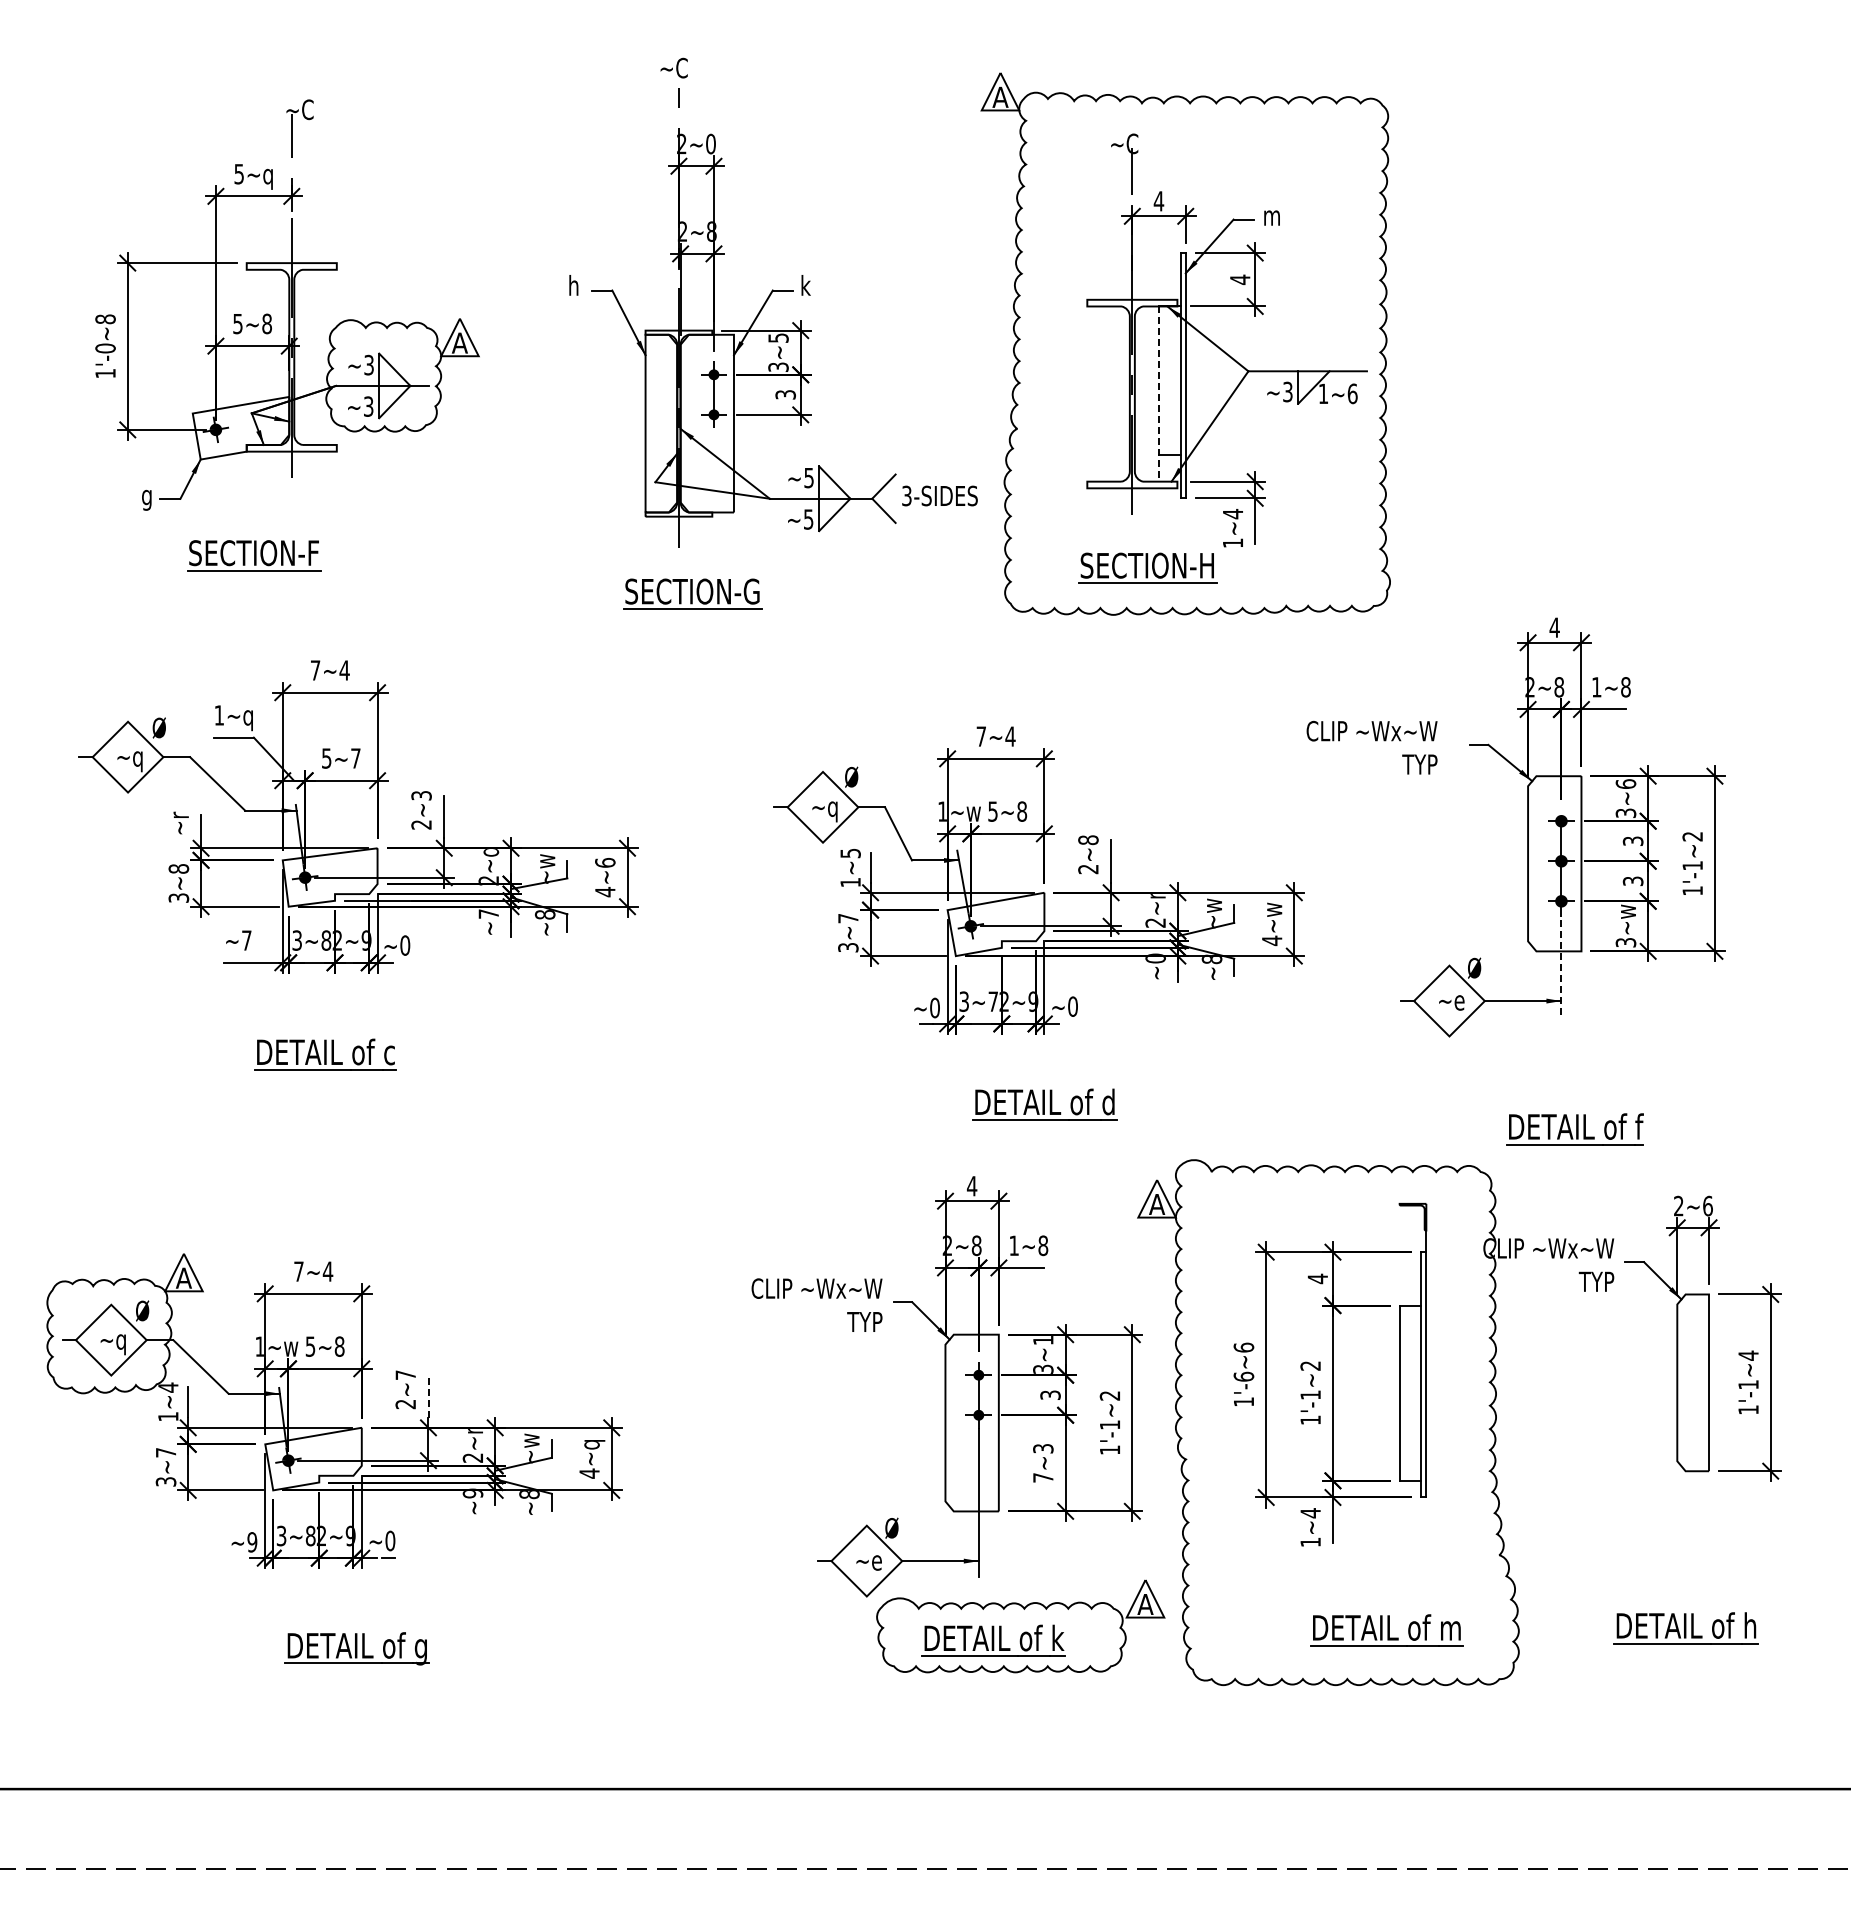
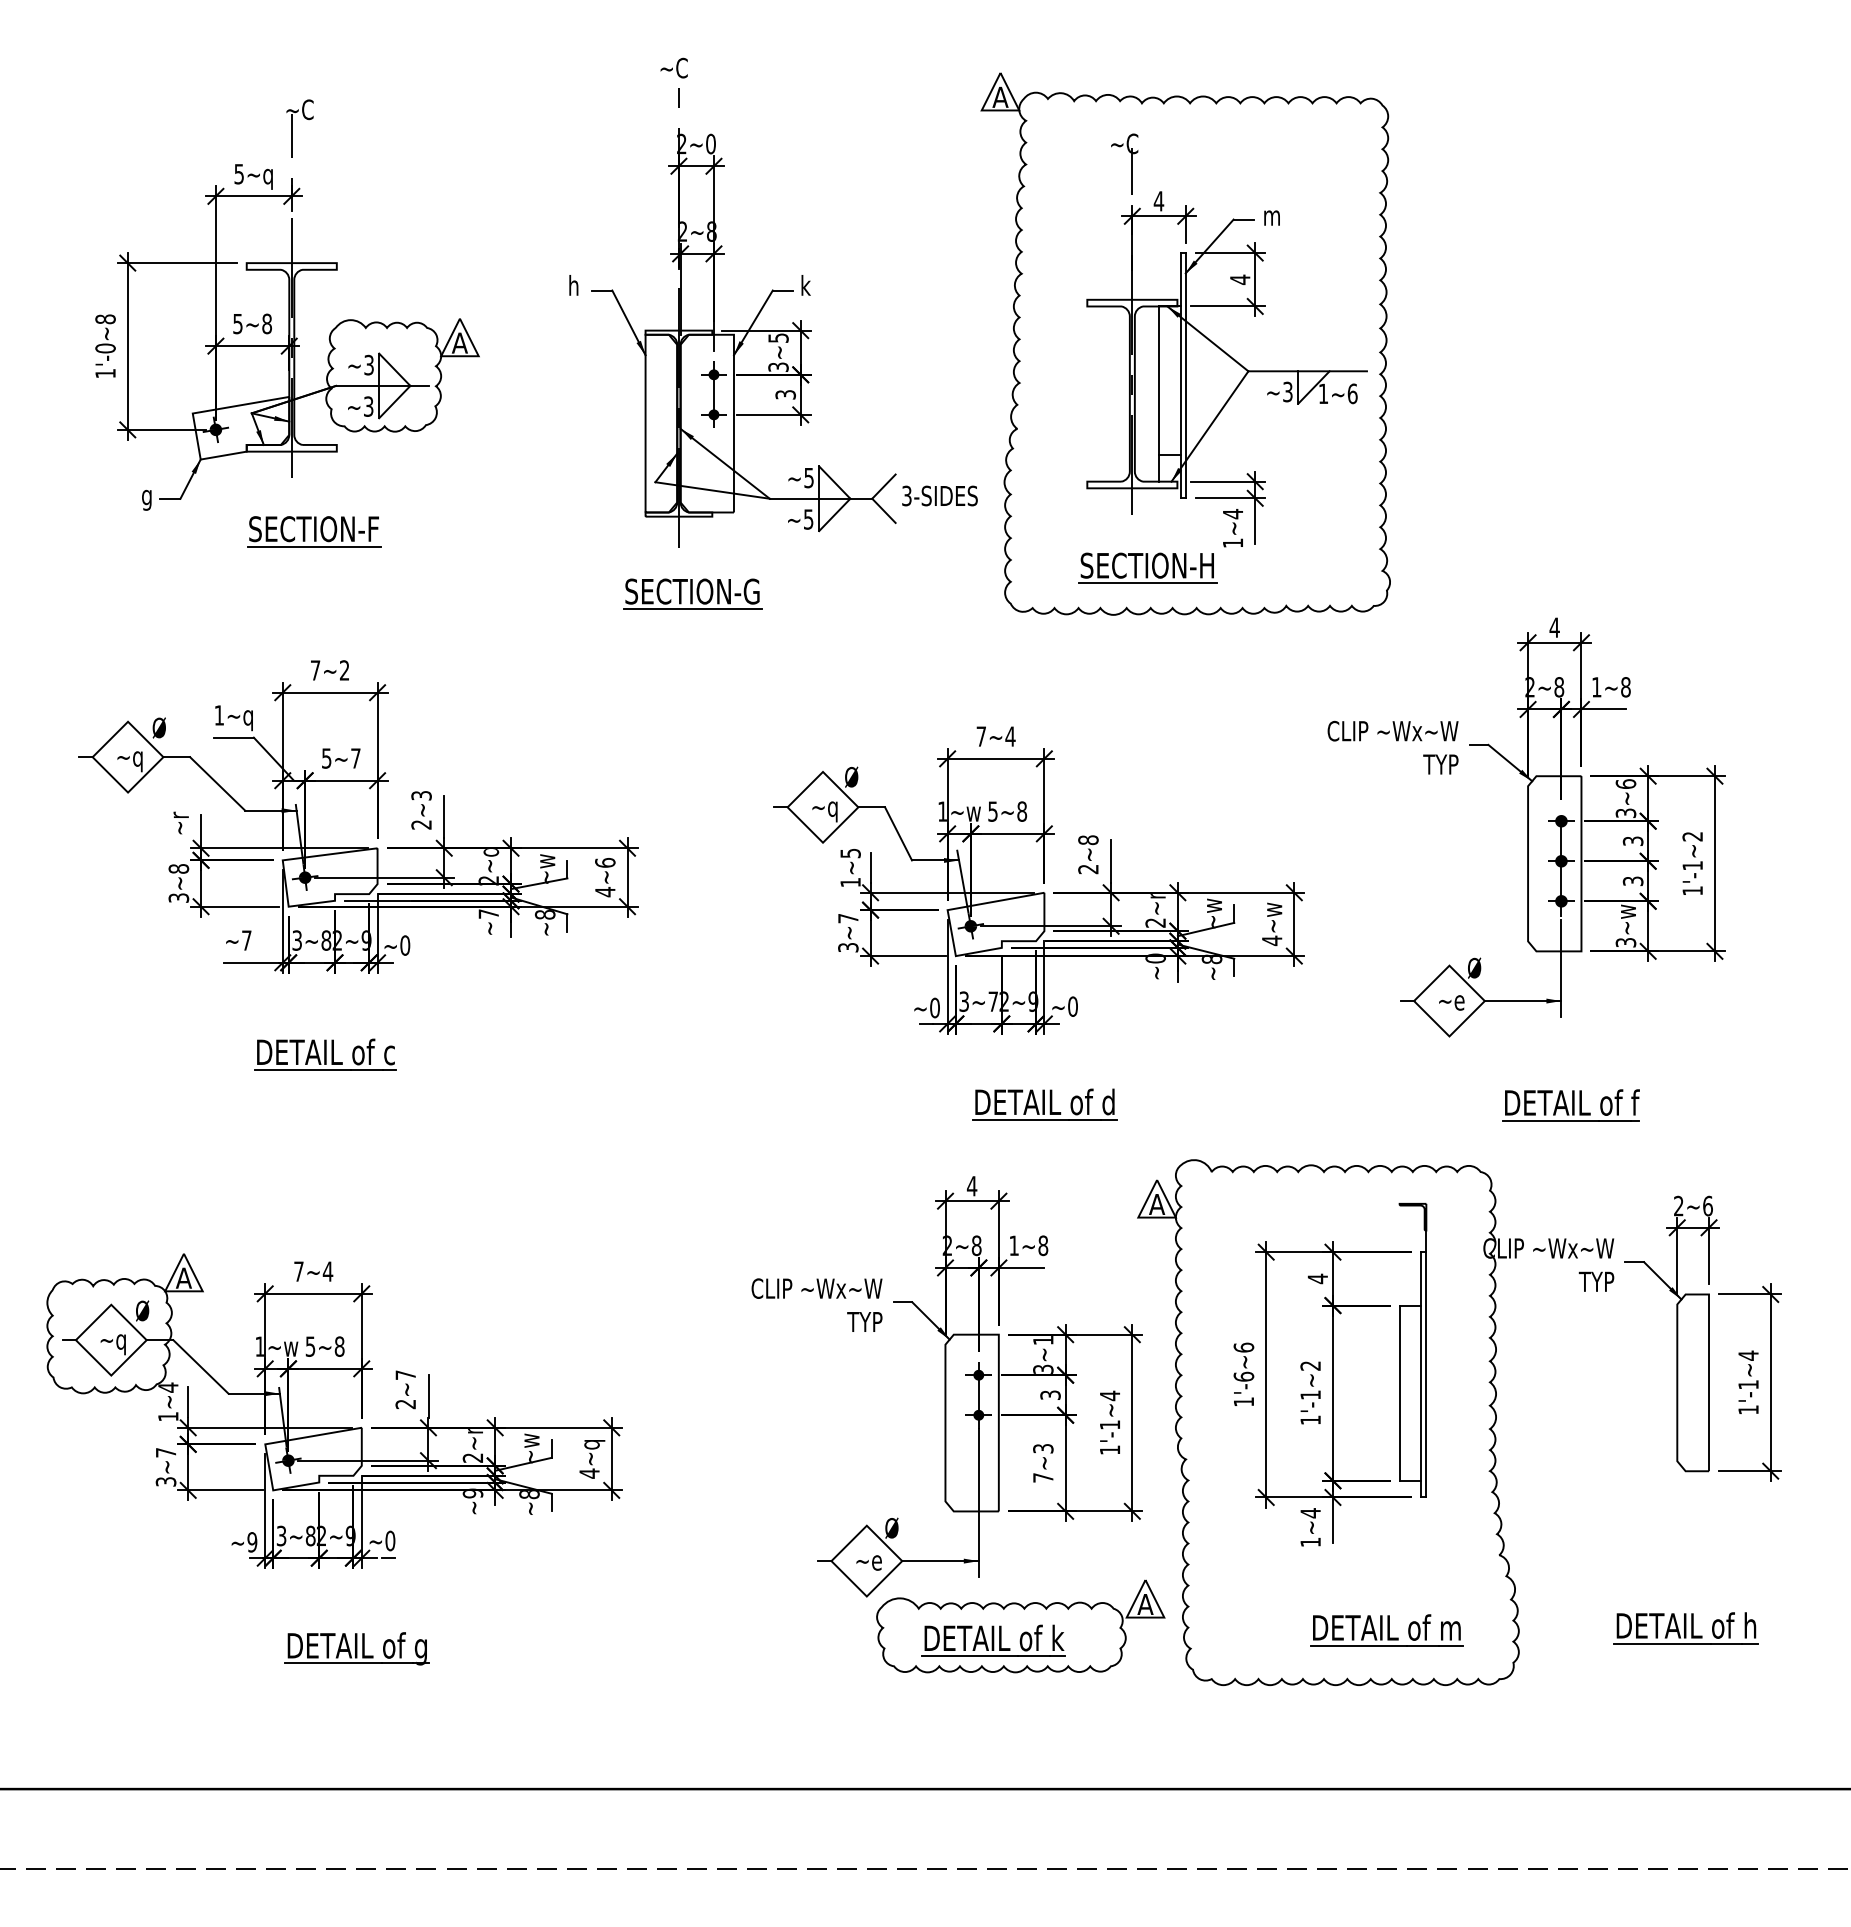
line at (1159, 394): dashed -> solid
part at (254, 555) position: (254, 555) -> (314, 531)
text at (344, 670): 7~4 -> 7~2
text at (1371, 747) position: (1371, 747) -> (1392, 747)
line at (1561, 968): dashed -> solid
part at (1574, 1129) position: (1574, 1129) -> (1570, 1105)
text at (1109, 1395): 1'-1~2 -> 1'-1~4
line at (428, 1396): dashed -> solid
